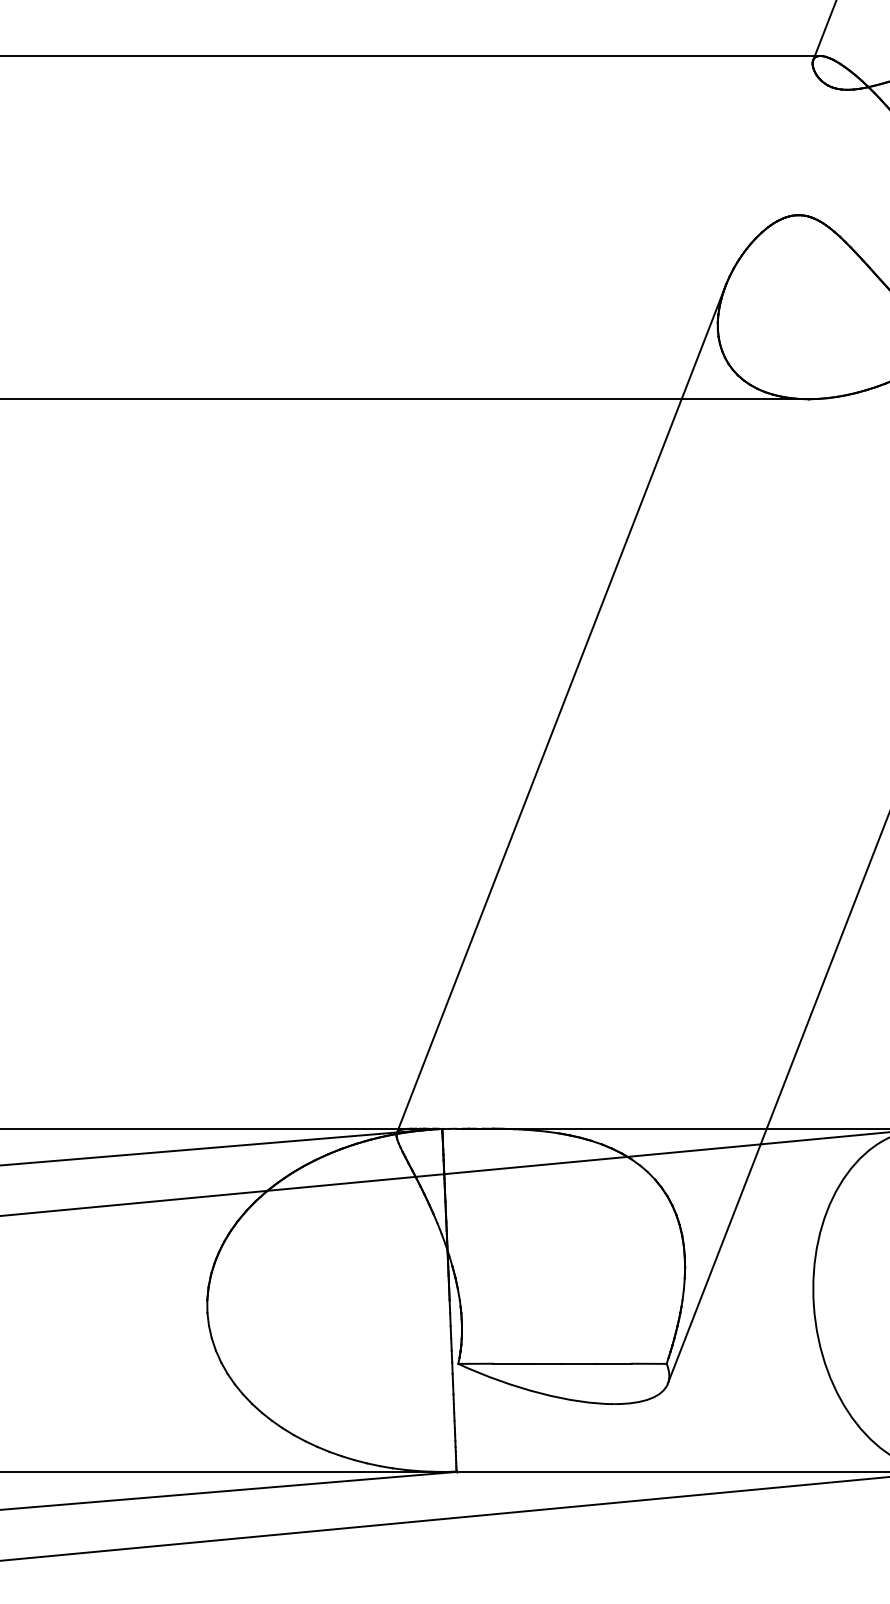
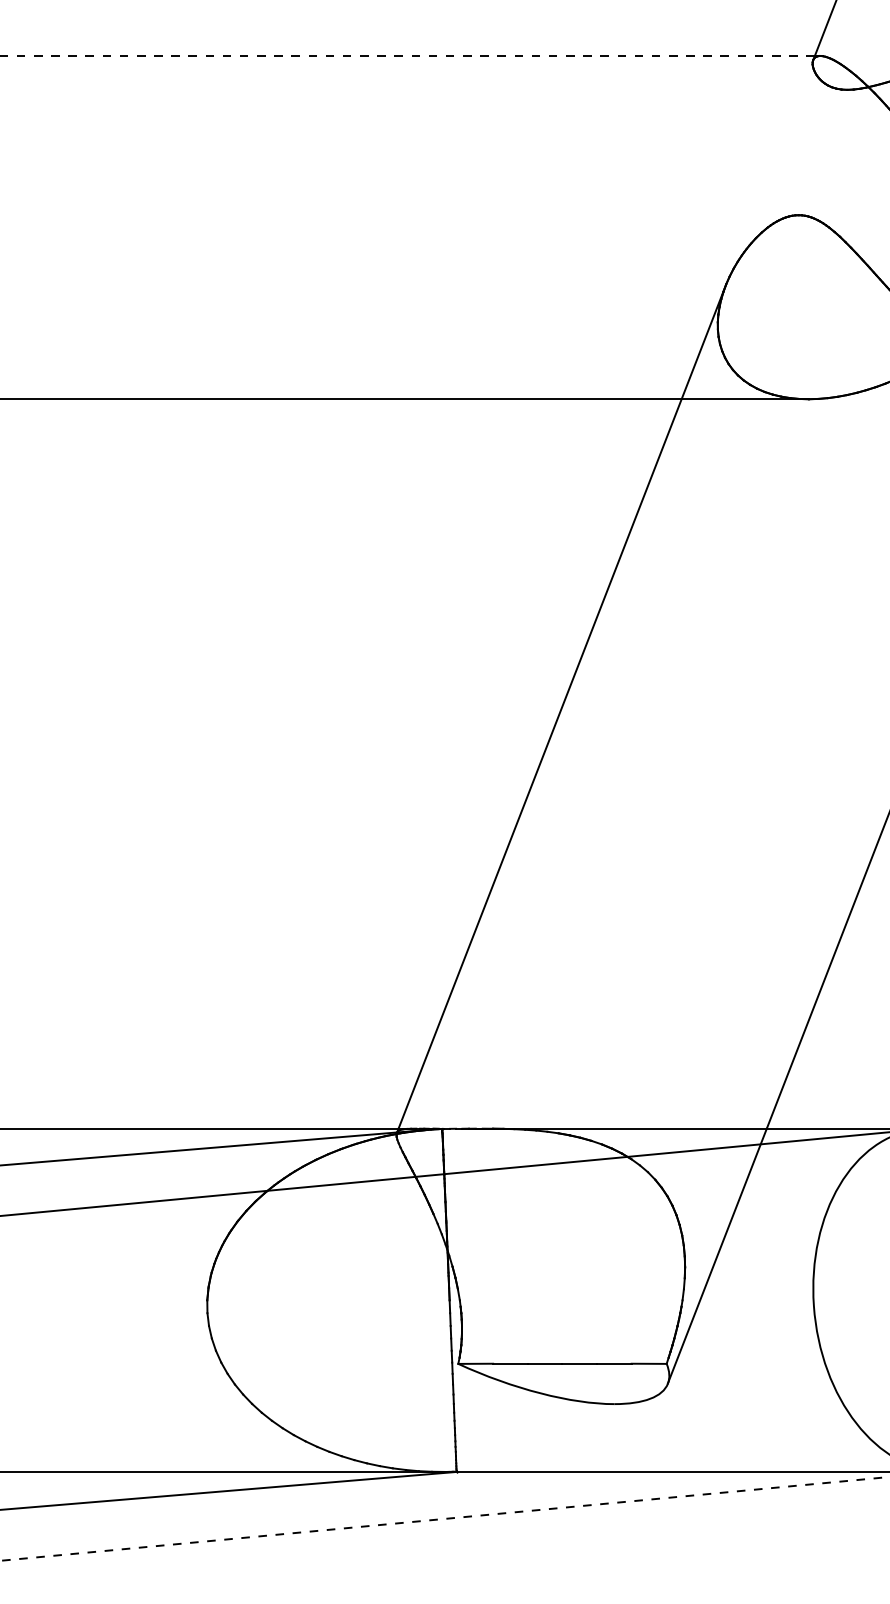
line at (407, 55): solid -> dashed
line at (445, 1518): solid -> dashed
